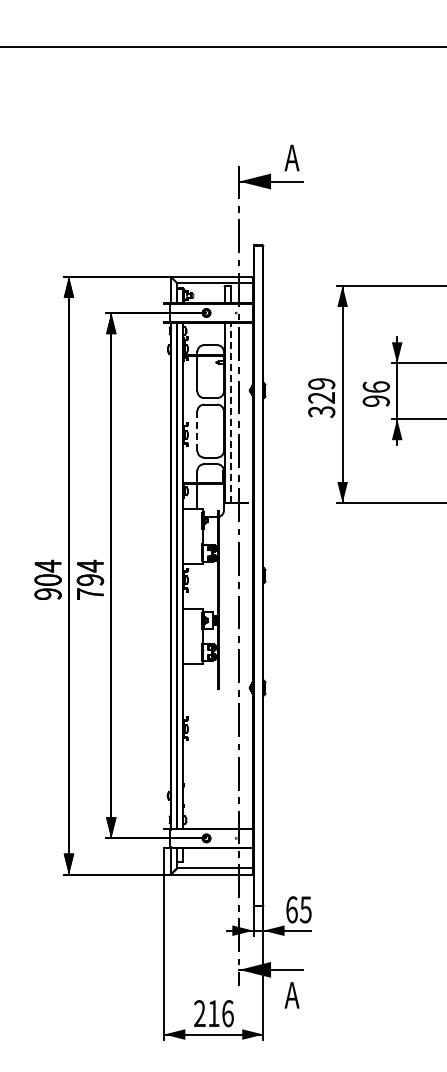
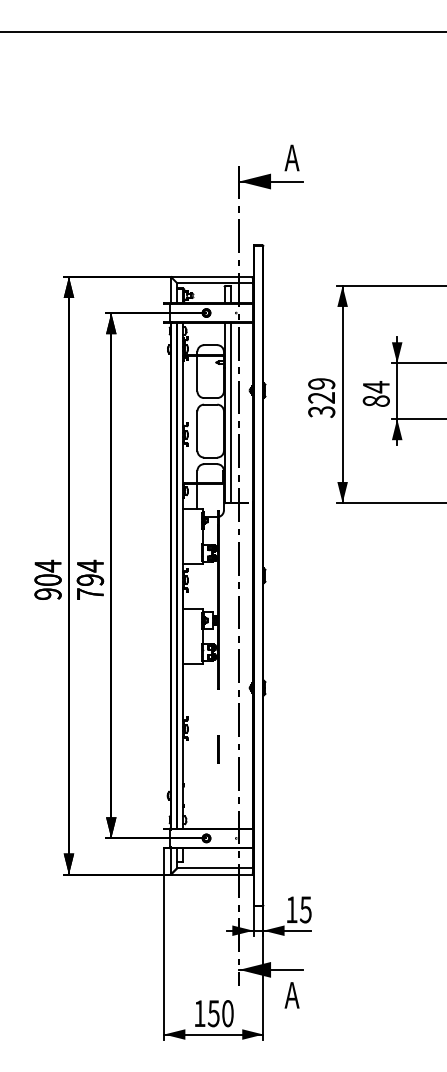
line at (222, 47) position: (222, 47) -> (222, 32)
text at (375, 393): 96 -> 84
line at (231, 412): dashed -> solid
line at (197, 431): dashed -> solid
line at (218, 749): none -> present
text at (291, 909): 65 -> 15
text at (213, 1013): 216 -> 150
